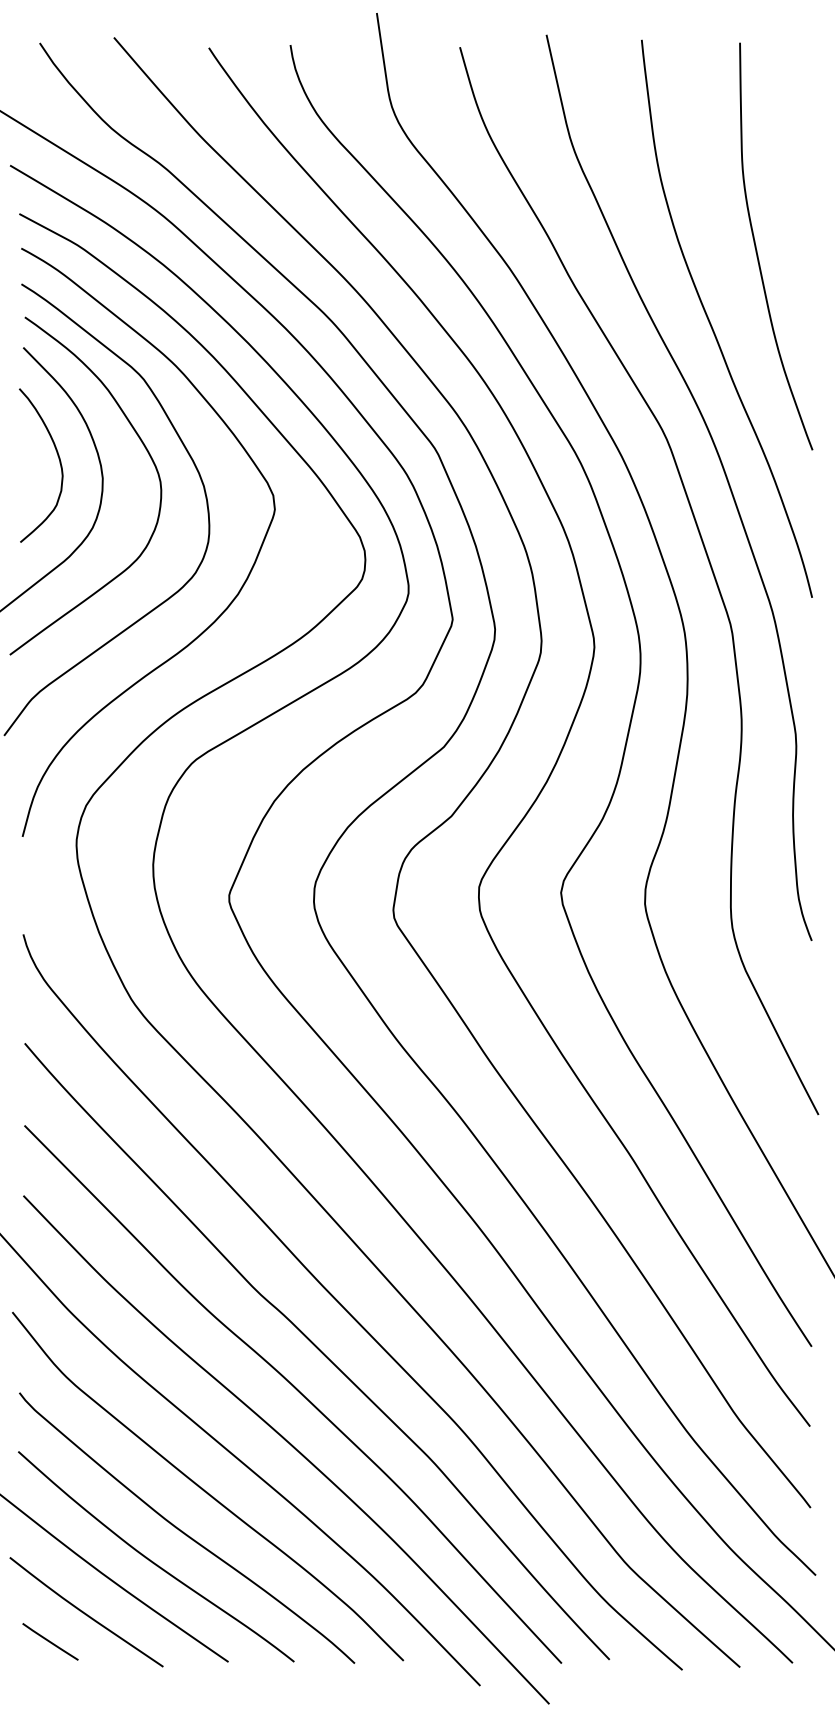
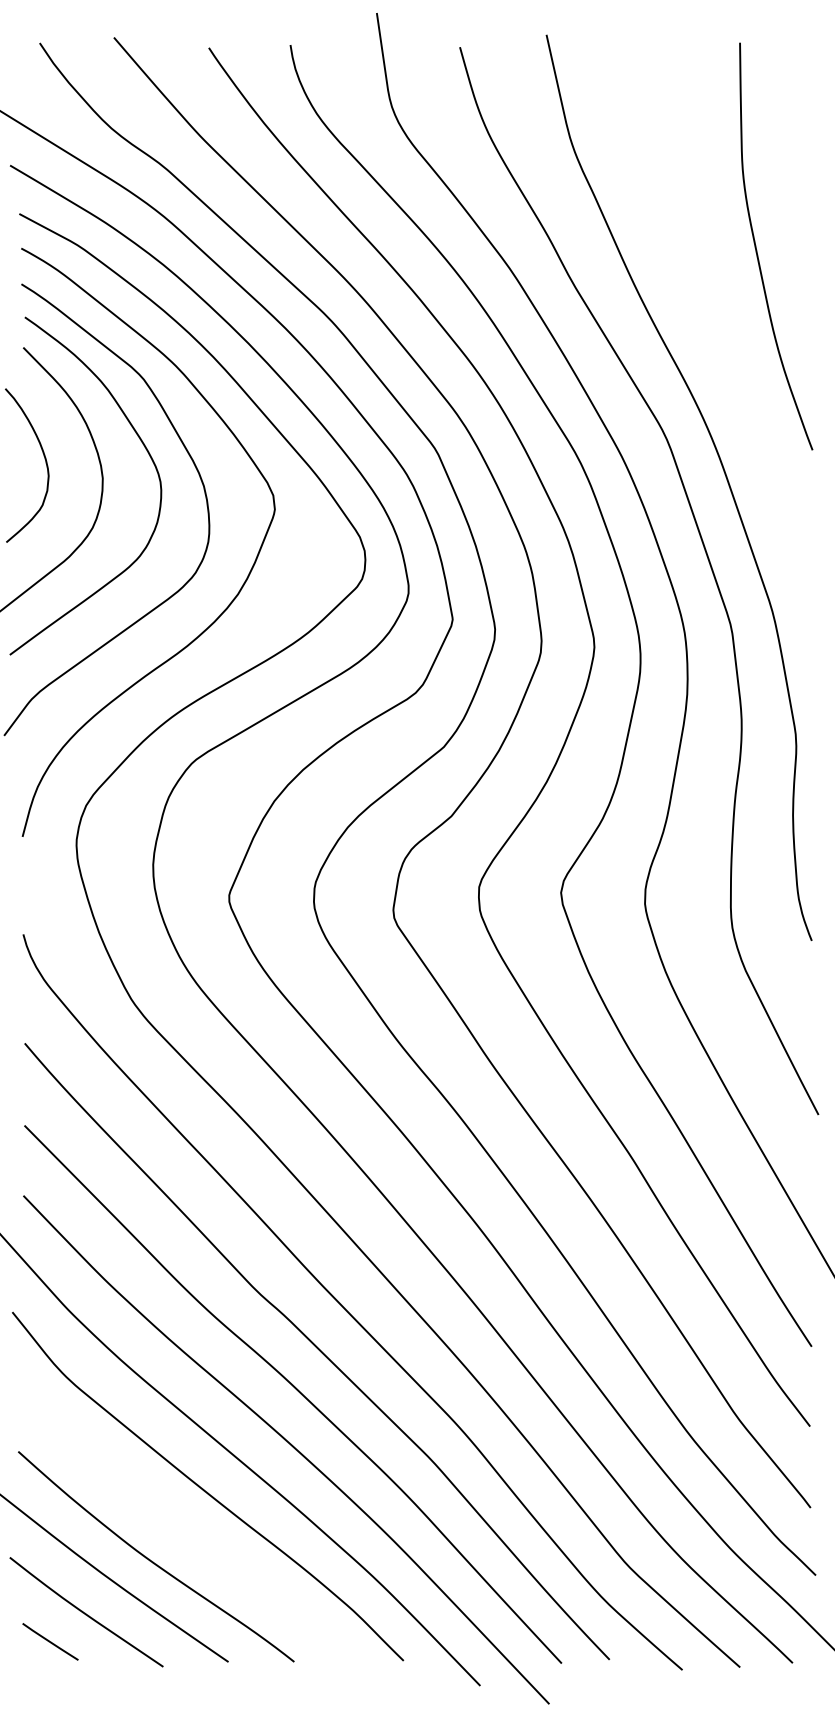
curve at (711, 323): present -> none
curve at (58, 459) position: (58, 459) -> (44, 459)
curve at (183, 1531): present -> none
